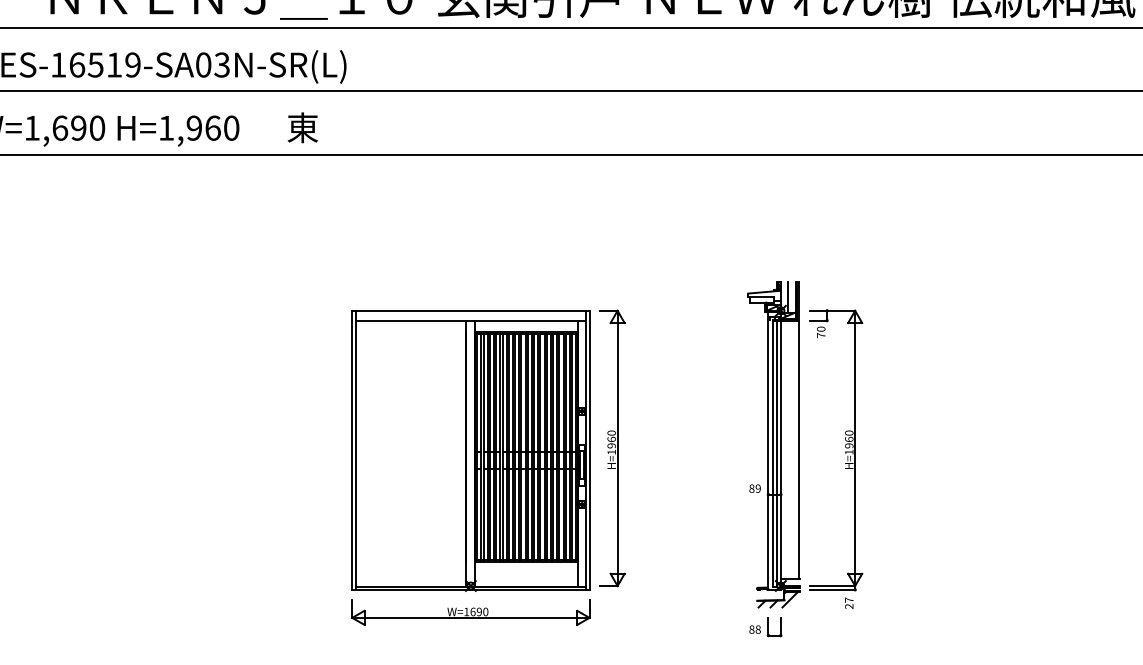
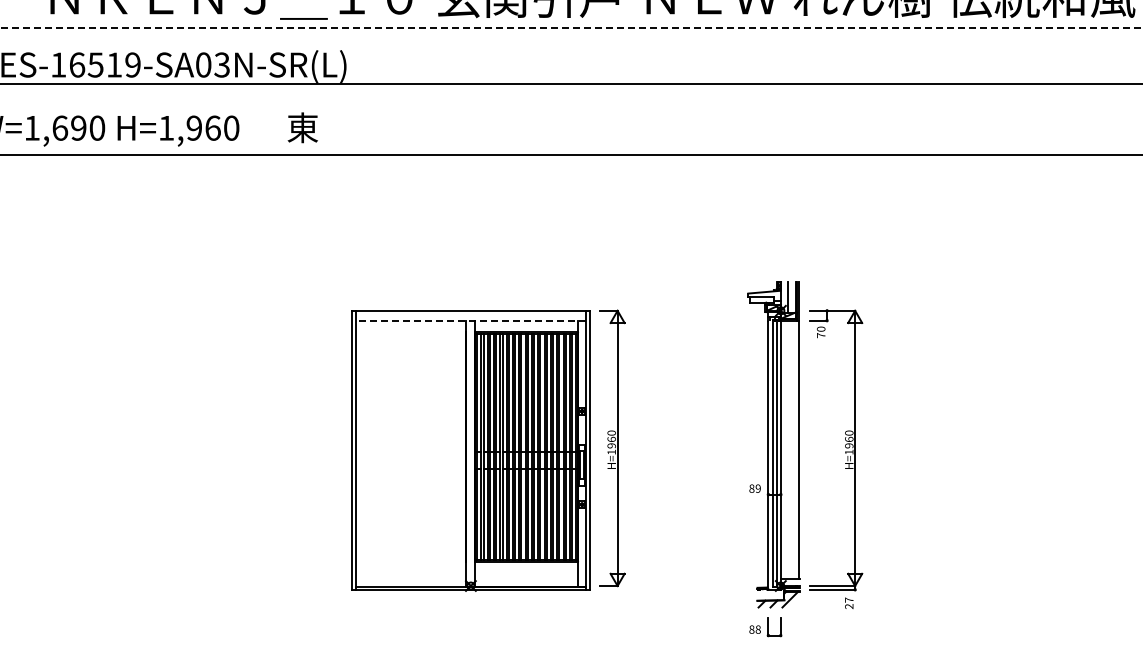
line at (571, 28): solid -> dashed
line at (570, 91) position: (570, 91) -> (570, 84)
line at (470, 320): solid -> dashed
part at (470, 612): present -> none
